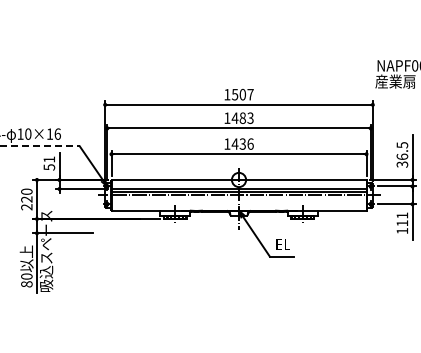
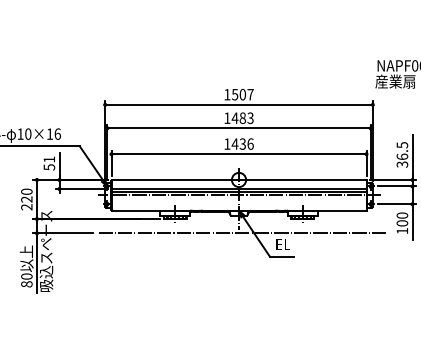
line at (40, 146): dashed -> solid
text at (402, 219): 111 -> 100
line at (241, 233): none -> present
